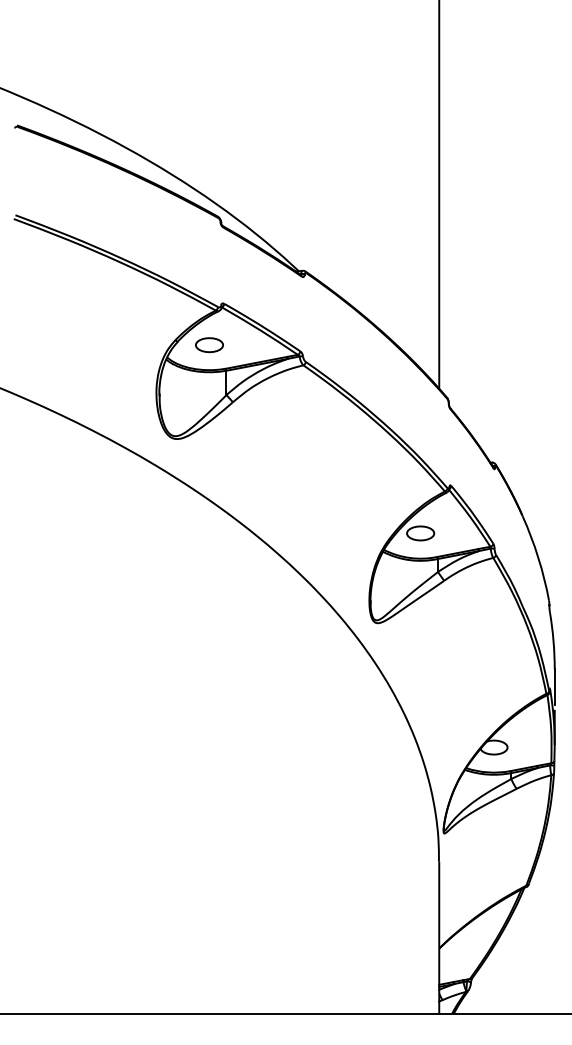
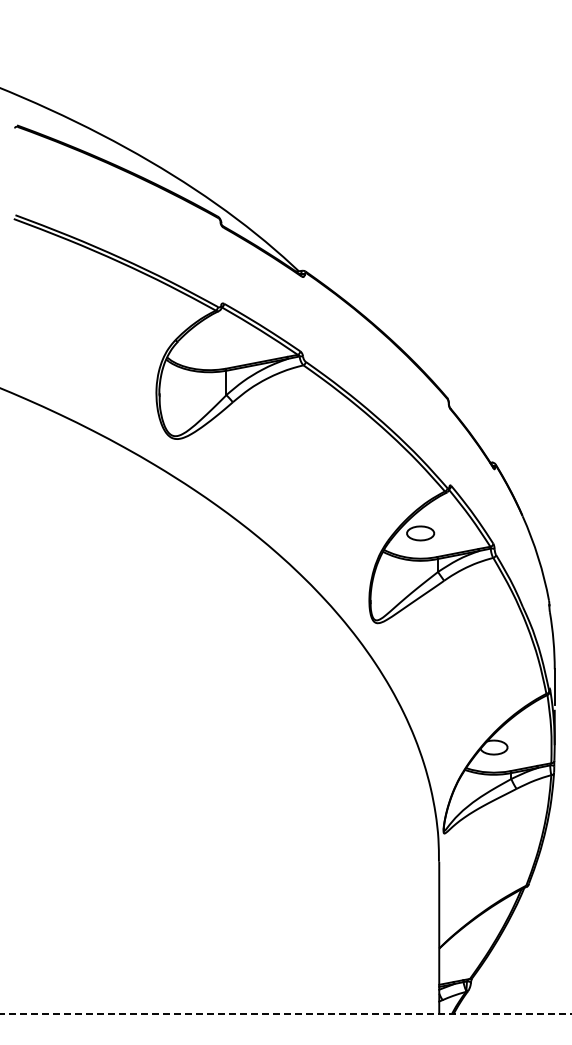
line at (439, 195): present -> none
part at (209, 345): present -> none
line at (285, 1013): solid -> dashed
